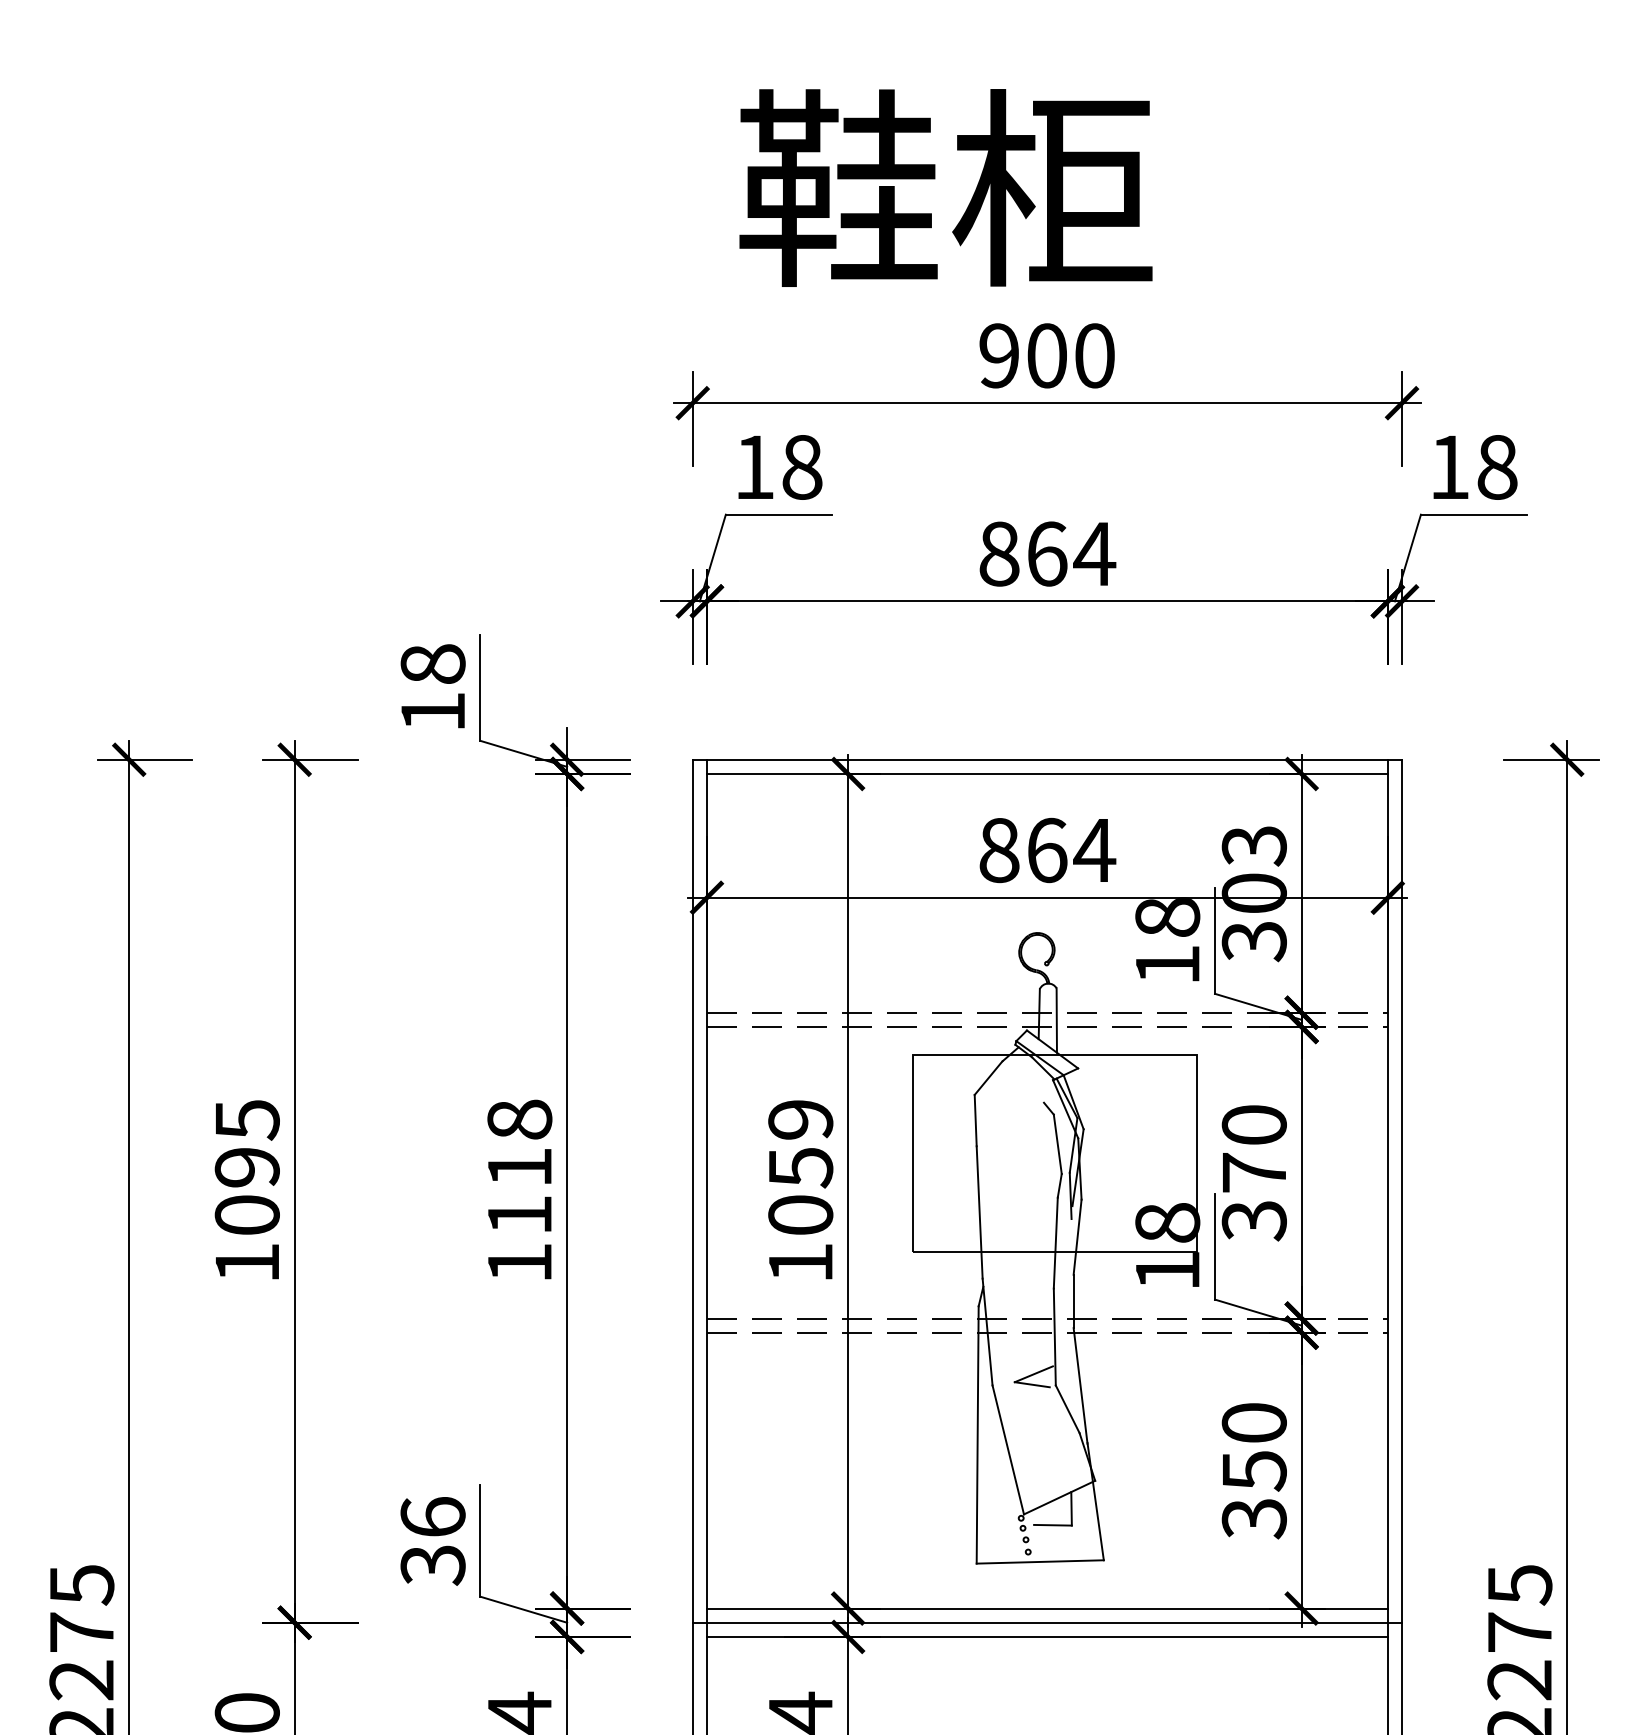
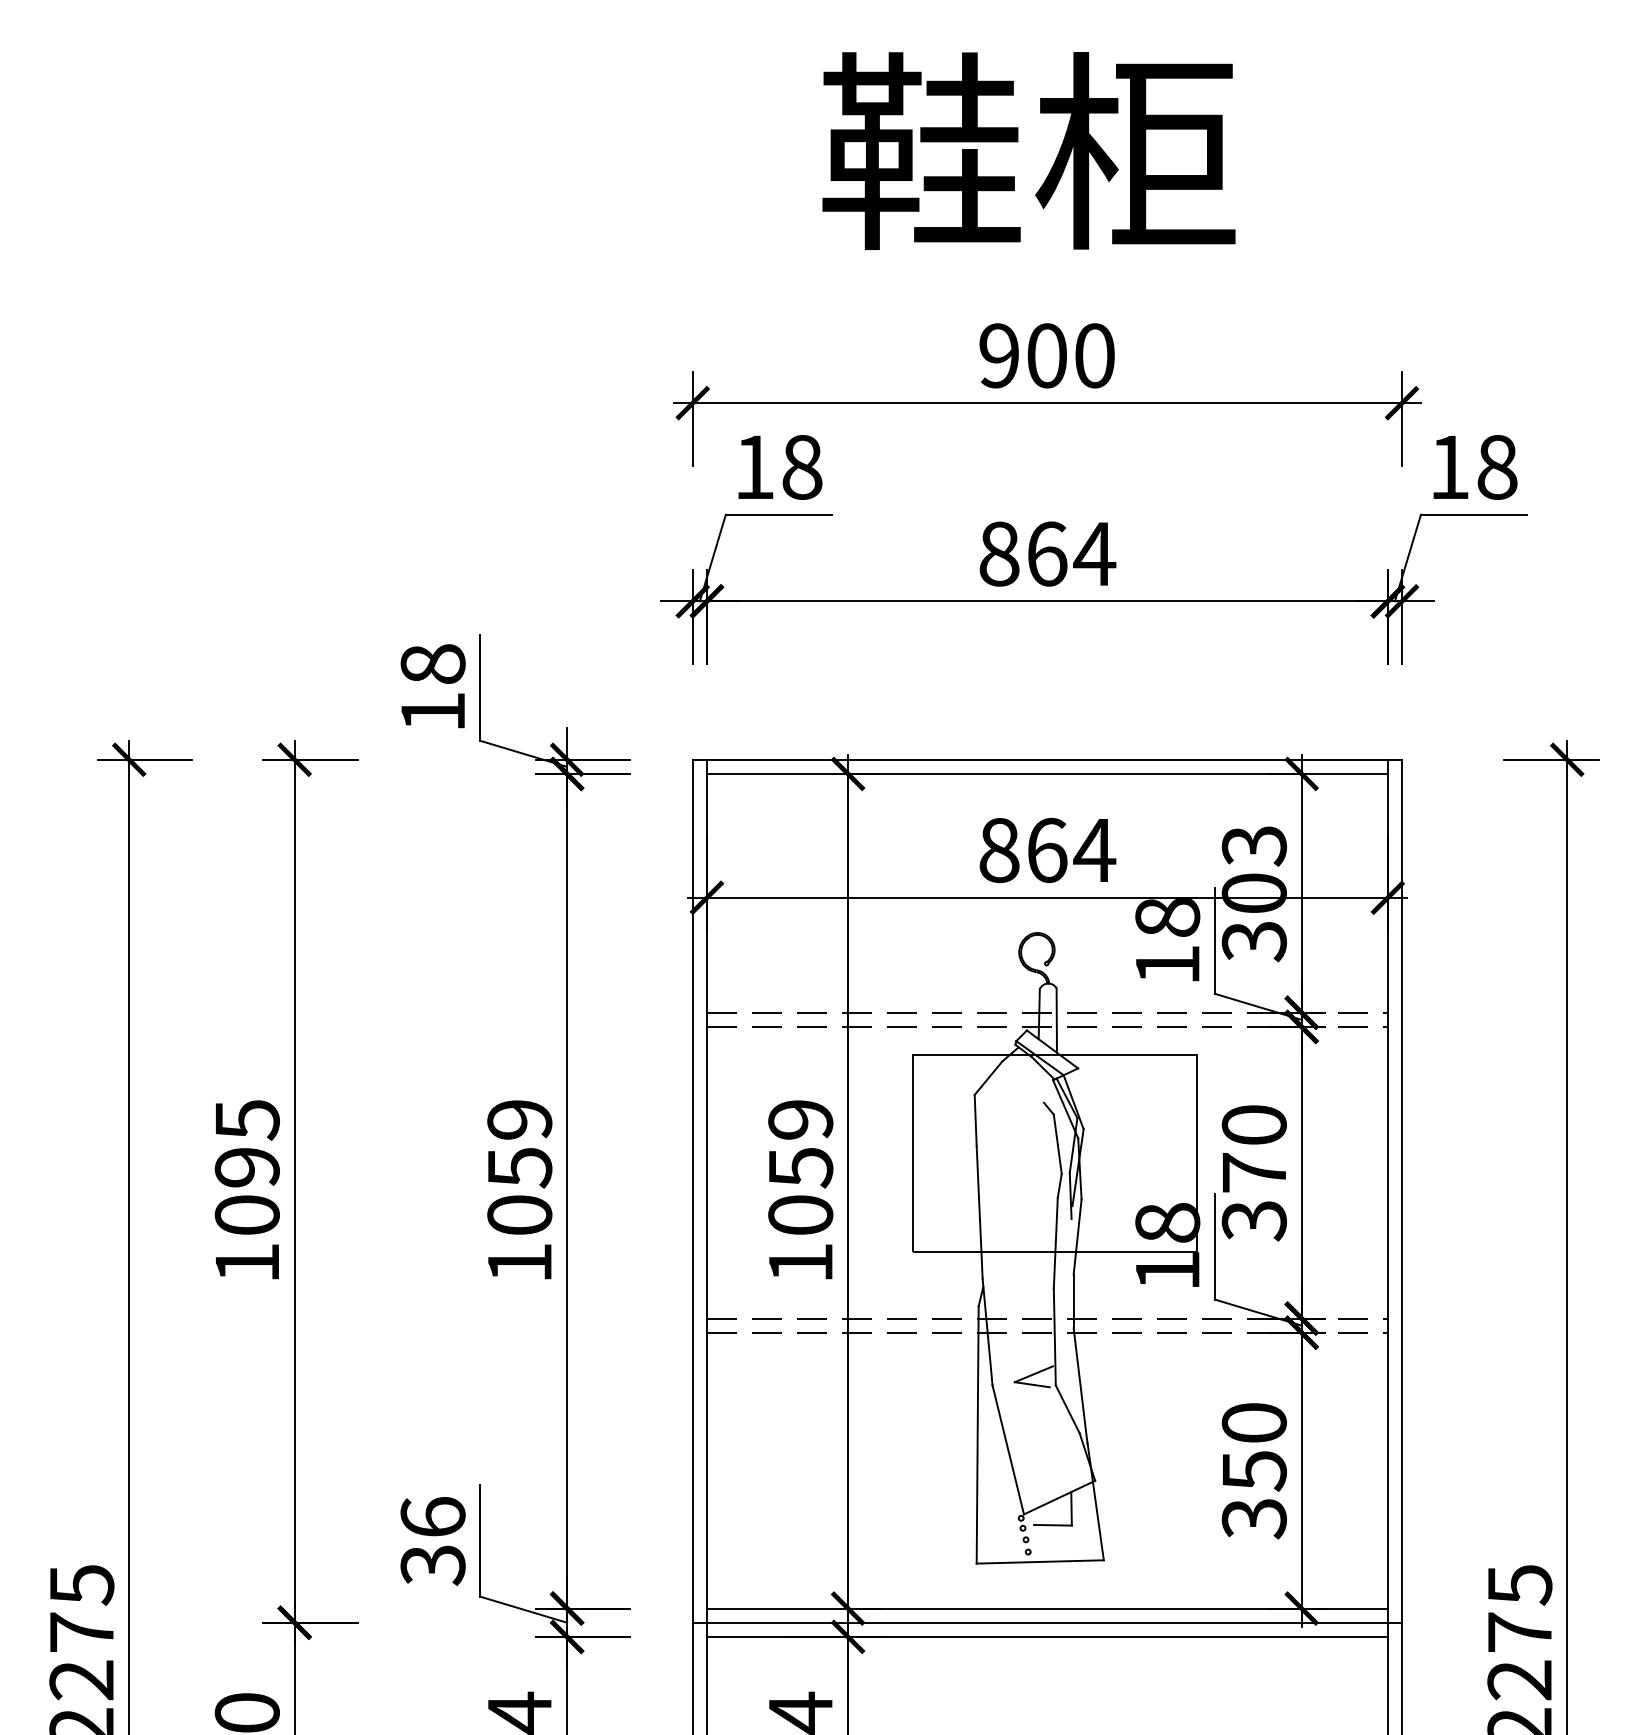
text at (945, 187) position: (945, 187) -> (1028, 150)
text at (519, 1166): 1118 -> 1059
